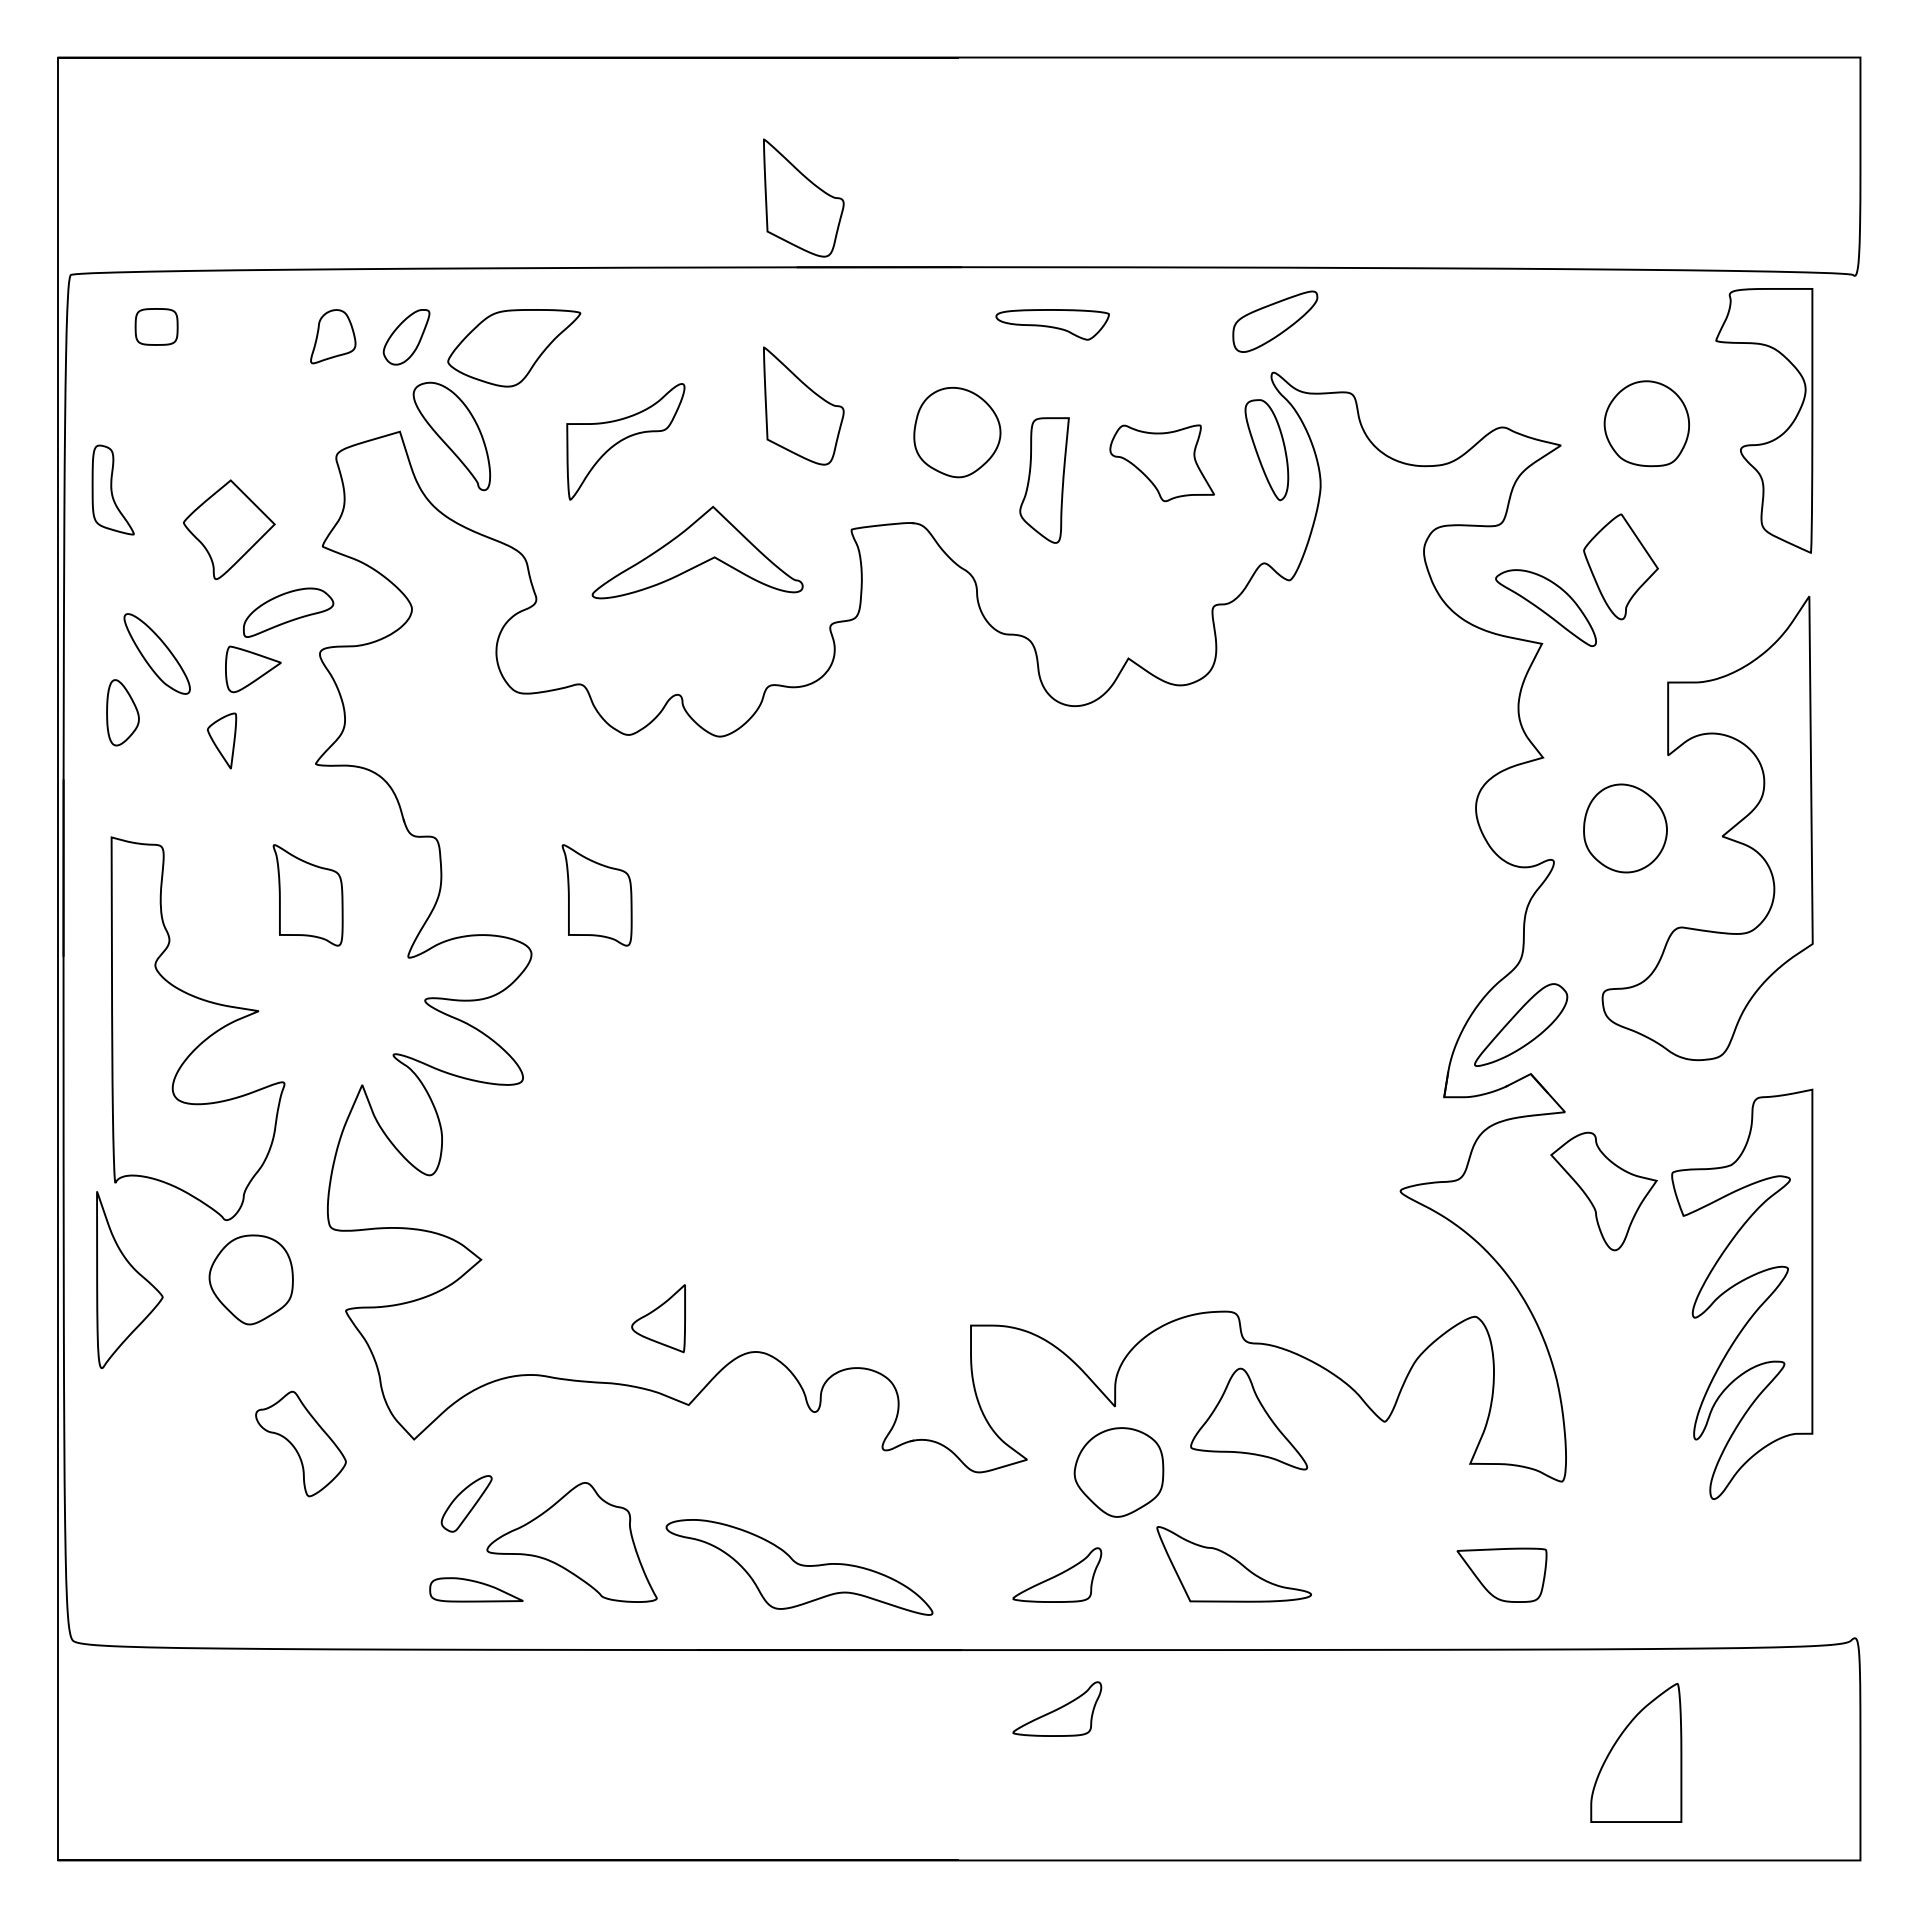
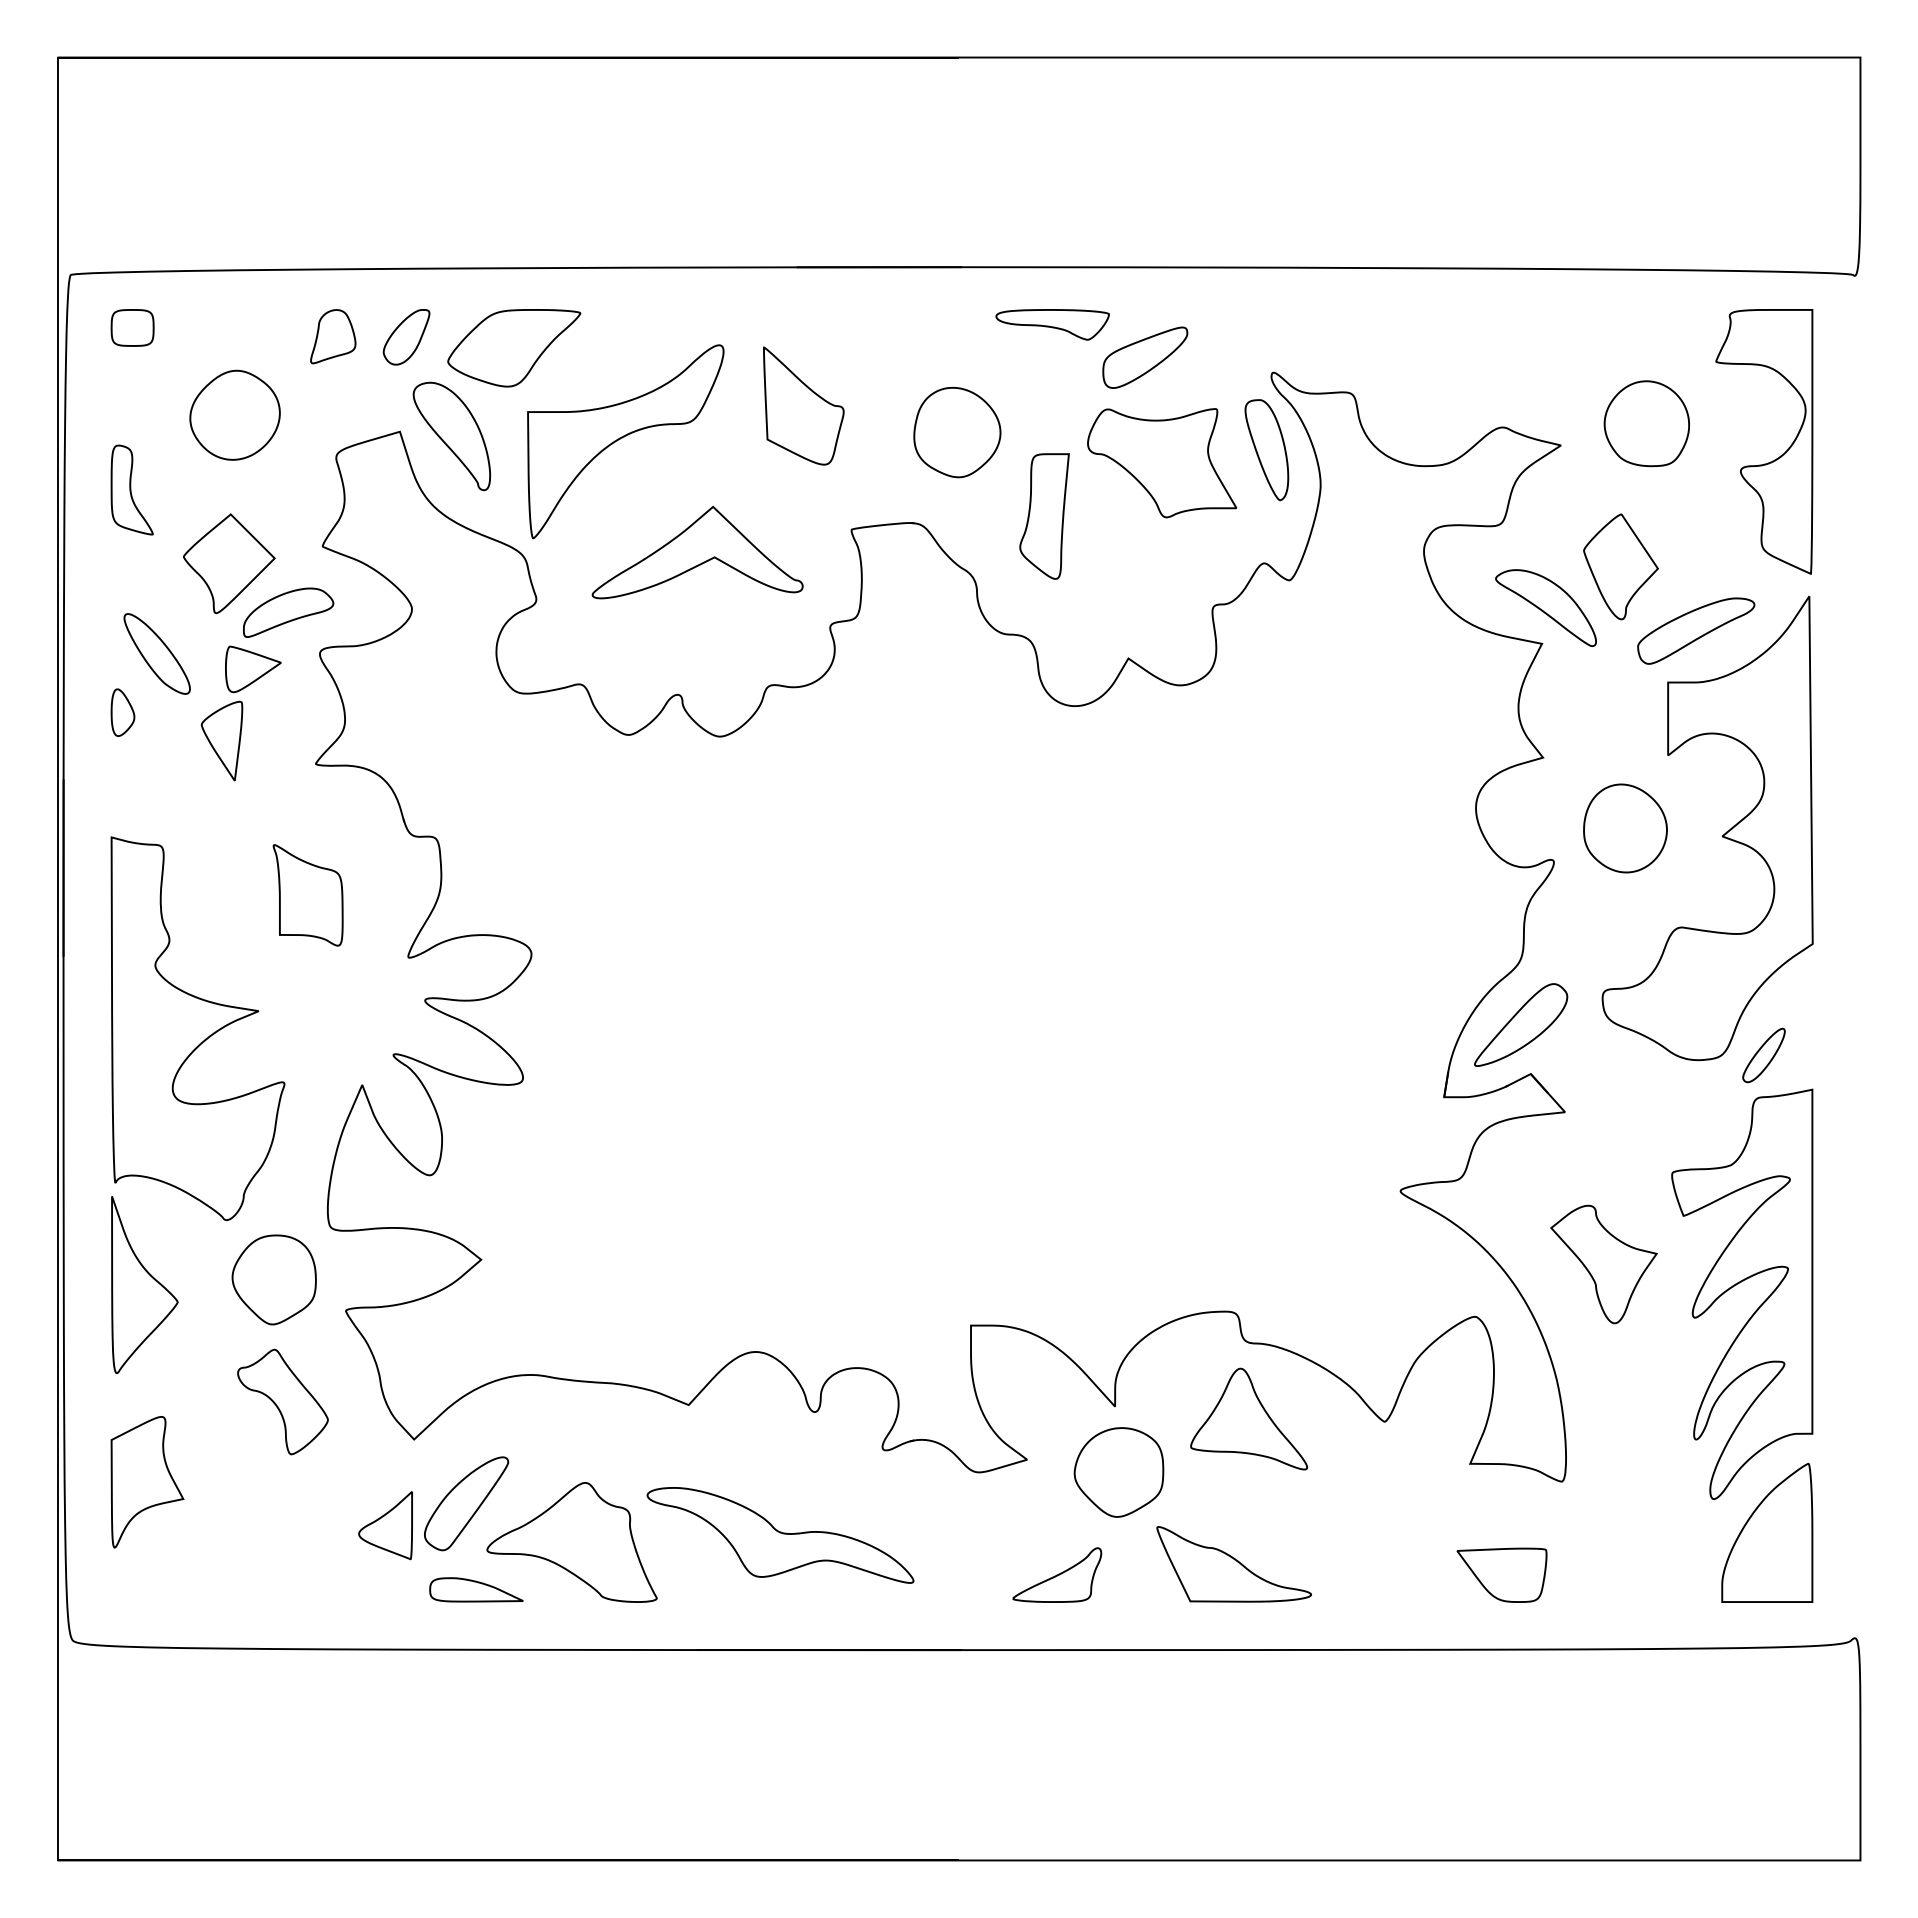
part at (803, 197): present -> none
part at (1275, 321) position: (1275, 321) -> (1145, 357)
part at (156, 326) position: (156, 326) -> (132, 327)
part at (234, 414): none -> present
part at (1774, 438) position: (1774, 438) -> (1774, 459)
part at (625, 441) size: 120x118 px -> 198x196 px
part at (1161, 463) size: 106x79 px -> 151x111 px
part at (1044, 480) position: (1044, 480) -> (1044, 516)
part at (112, 489) position: (112, 489) -> (131, 489)
part at (229, 529) position: (229, 529) -> (229, 563)
part at (1696, 630): none -> present
part at (122, 712) size: 34x68 px -> 26x49 px
part at (222, 740) size: 31x58 px -> 44x82 px
part at (596, 895): present -> none
part at (1763, 1055): none -> present
part at (1603, 1191) position: (1603, 1191) -> (1603, 1264)
part at (129, 1279) position: (129, 1279) -> (144, 1284)
part at (250, 1279) position: (250, 1279) -> (273, 1279)
part at (658, 1318) position: (658, 1318) -> (385, 1525)
part at (300, 1443) position: (300, 1443) -> (282, 1401)
part at (147, 1482): none -> present
part at (466, 1503) size: 53x58 px -> 86x96 px
part at (799, 1567) position: (799, 1567) -> (780, 1535)
part at (1057, 1708): present -> none
part at (1636, 1752) position: (1636, 1752) -> (1767, 1532)
